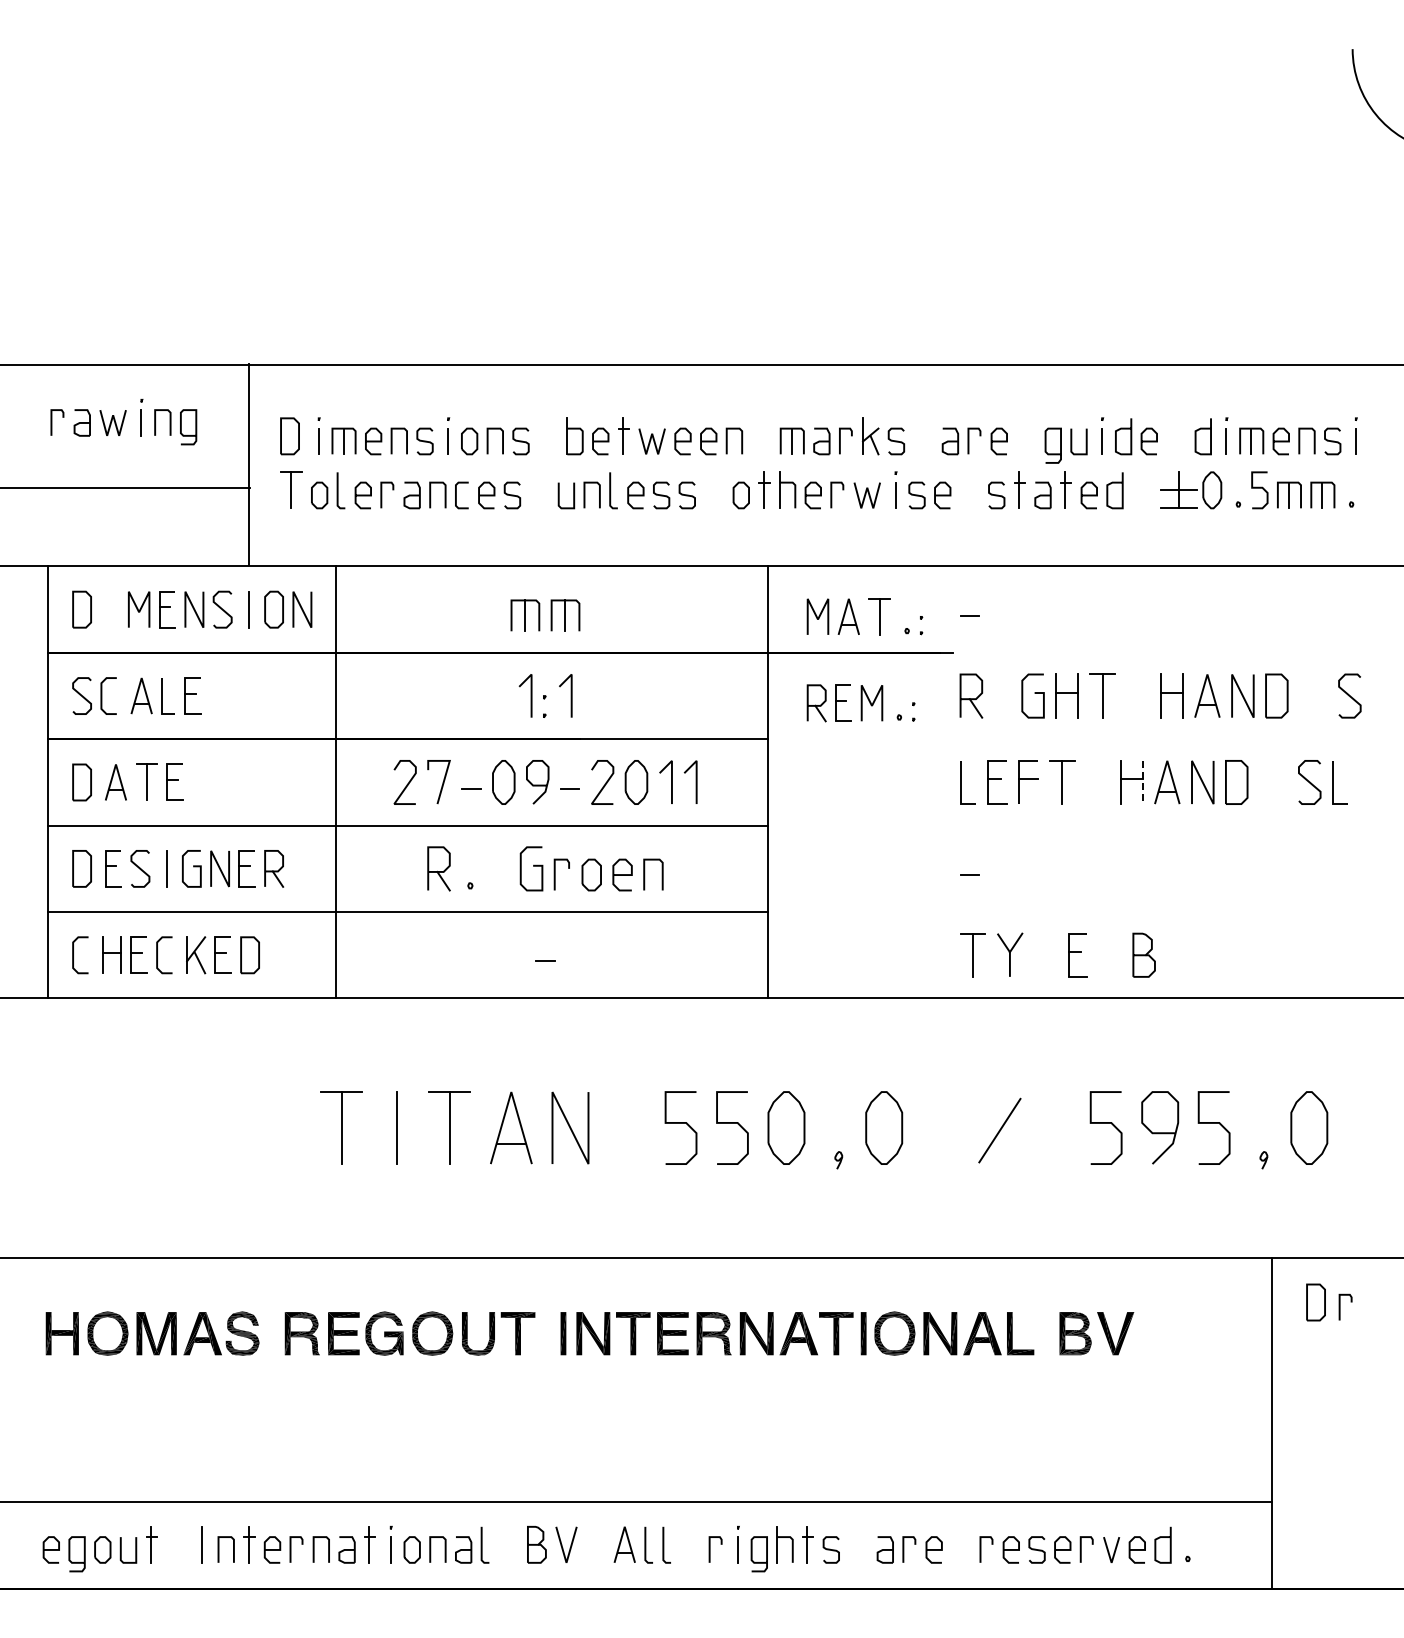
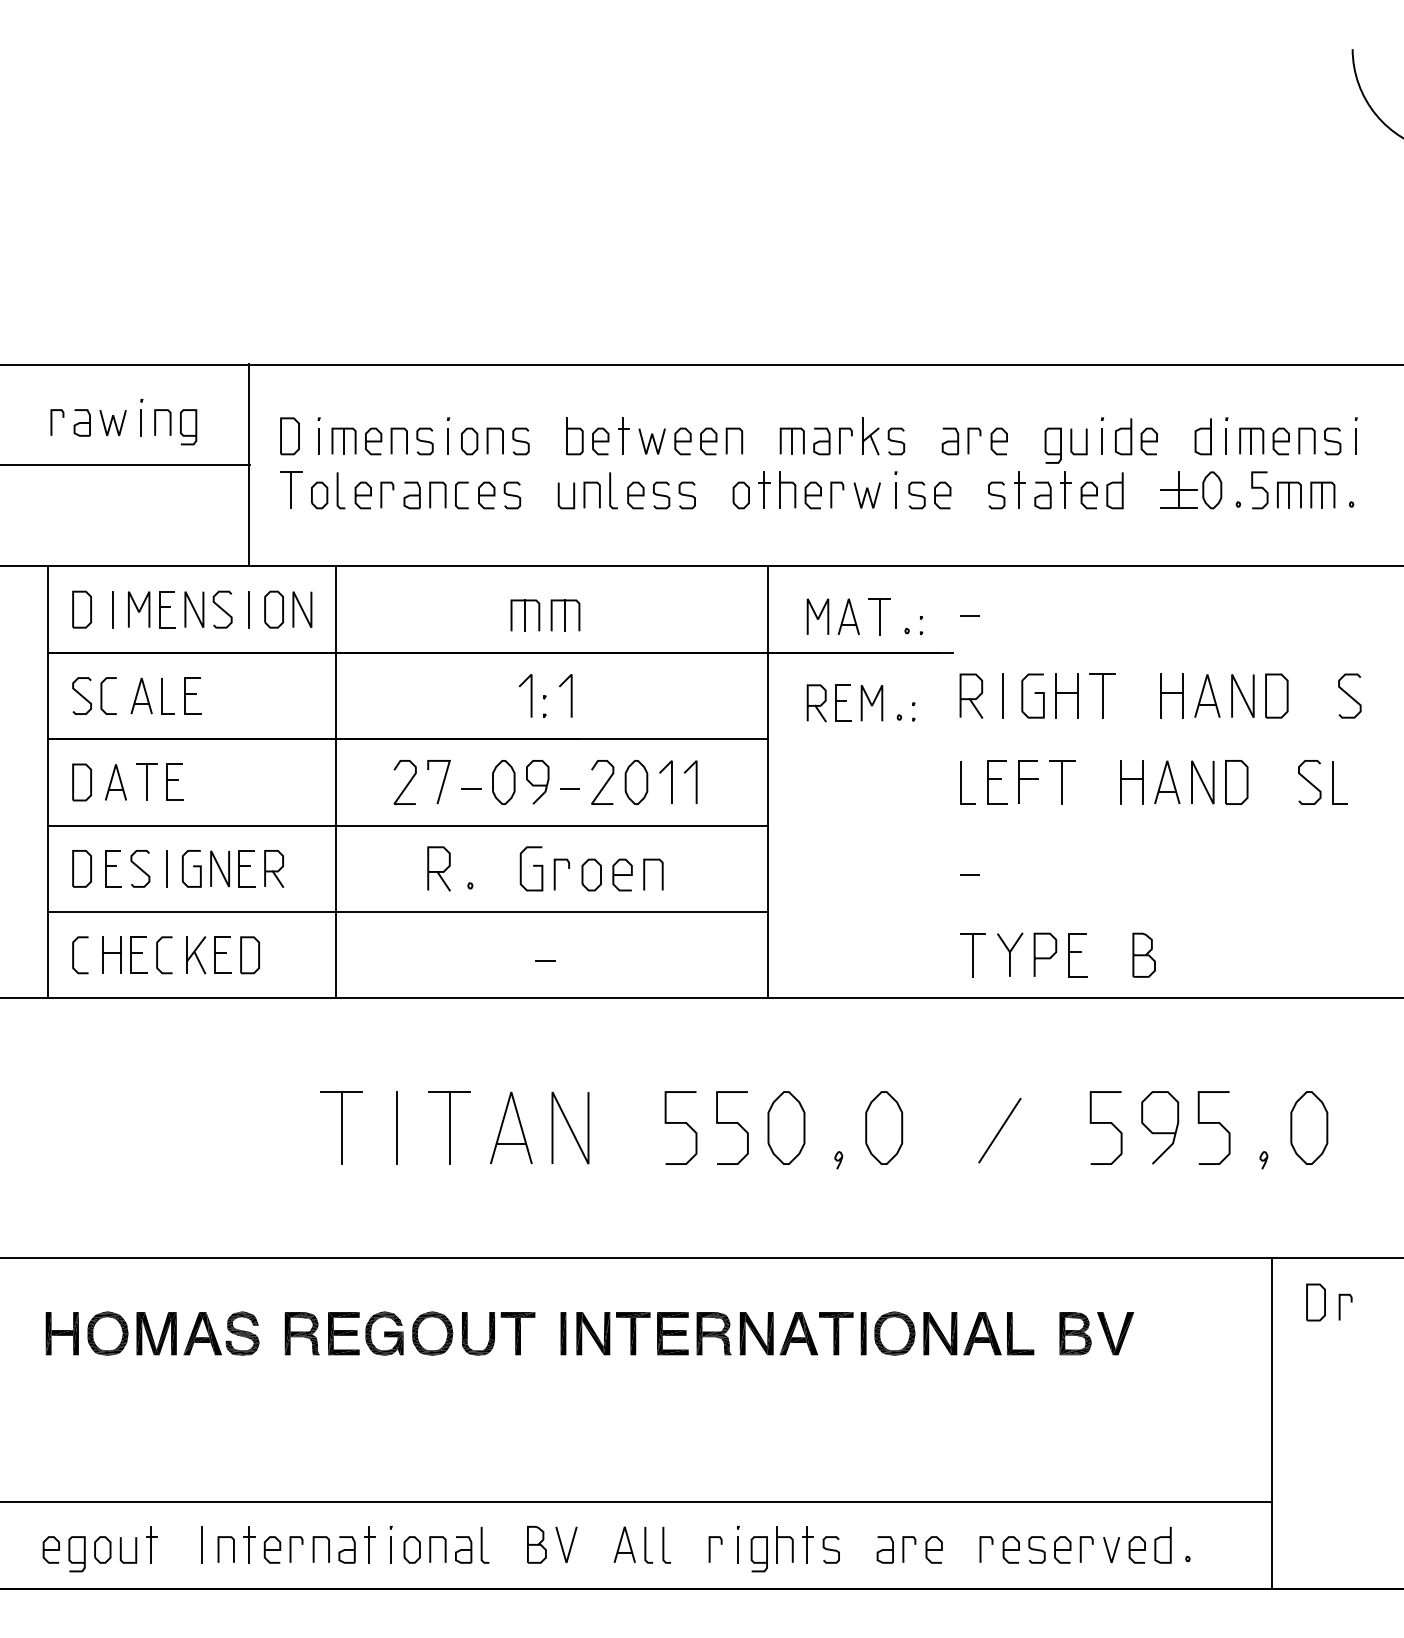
line at (125, 488) position: (125, 488) -> (125, 465)
line at (112, 609): none -> present
line at (1002, 695): none -> present
line at (1142, 782): dashed -> solid
curve at (1045, 957): none -> present
